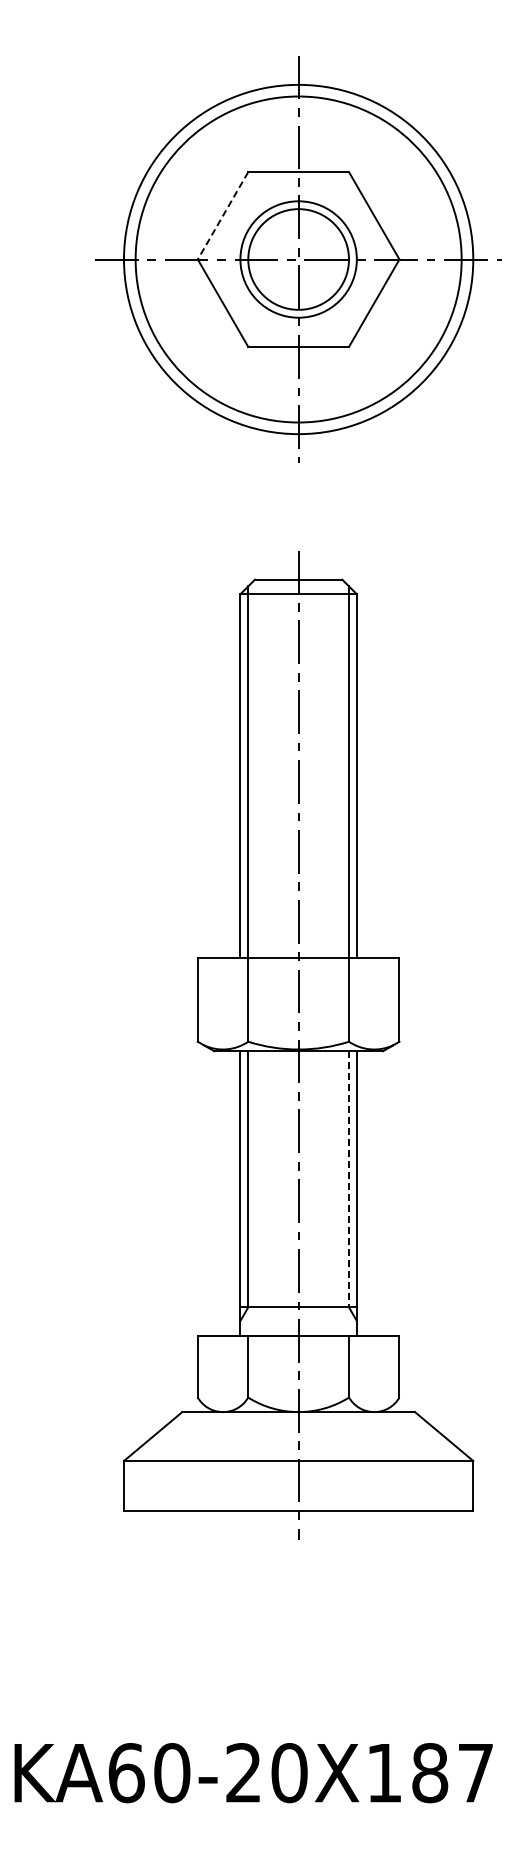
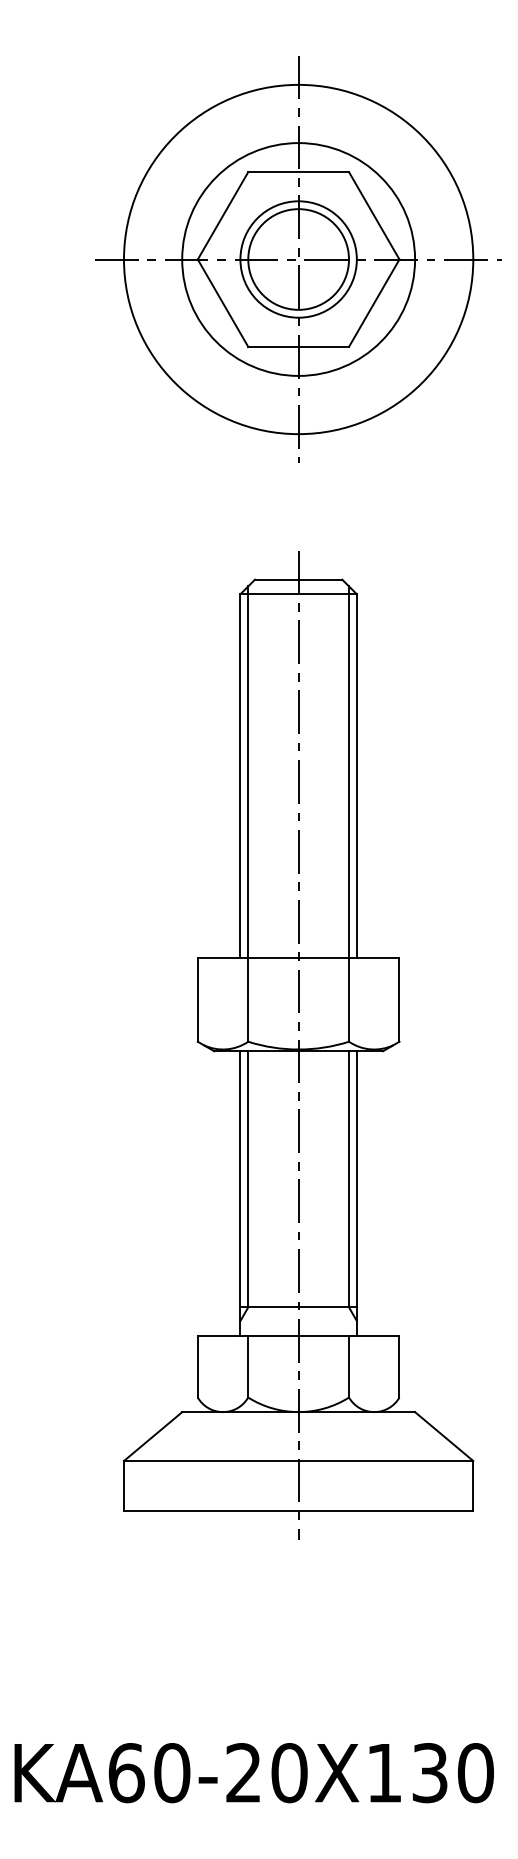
line at (222, 216): dashed -> solid
circle at (298, 259) diameter: 326 px -> 233 px
line at (349, 1179): dashed -> solid
text at (452, 1773): KA60-20X187 -> KA60-20X130
